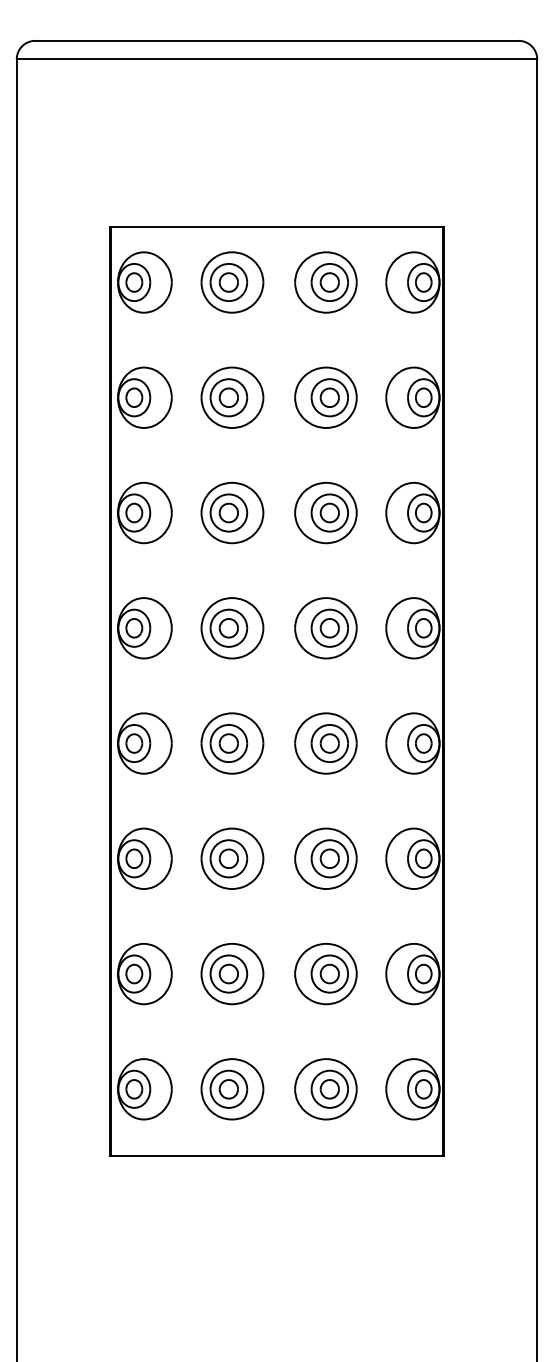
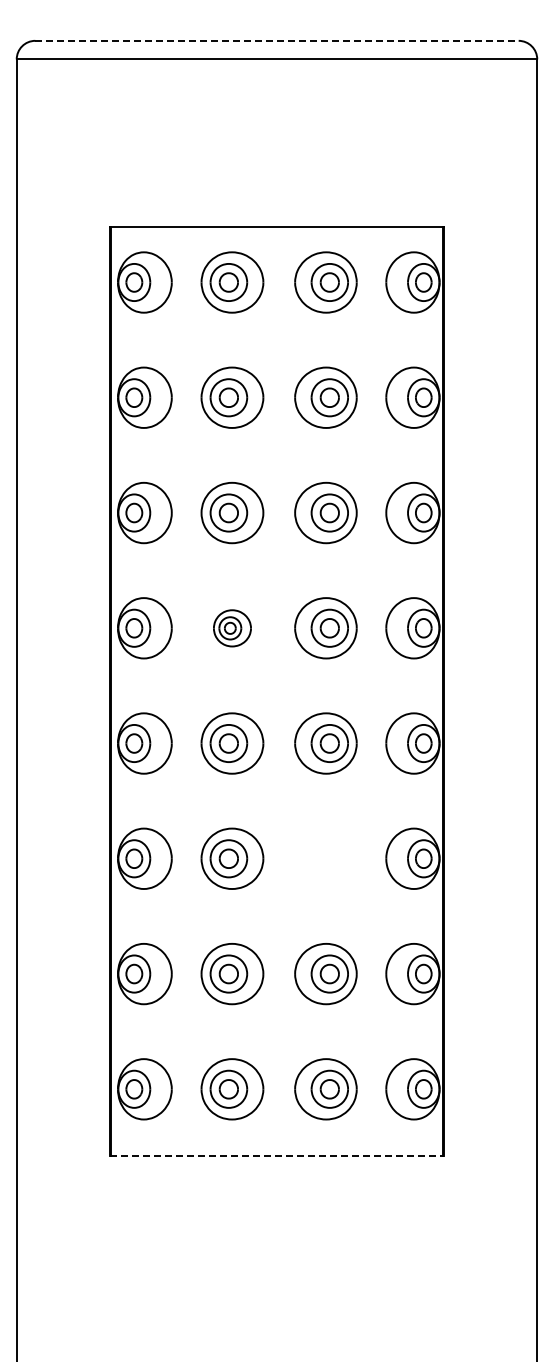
line at (276, 40): solid -> dashed
part at (232, 628) size: 65x63 px -> 39x39 px
part at (325, 858): present -> none
line at (277, 1156): solid -> dashed
